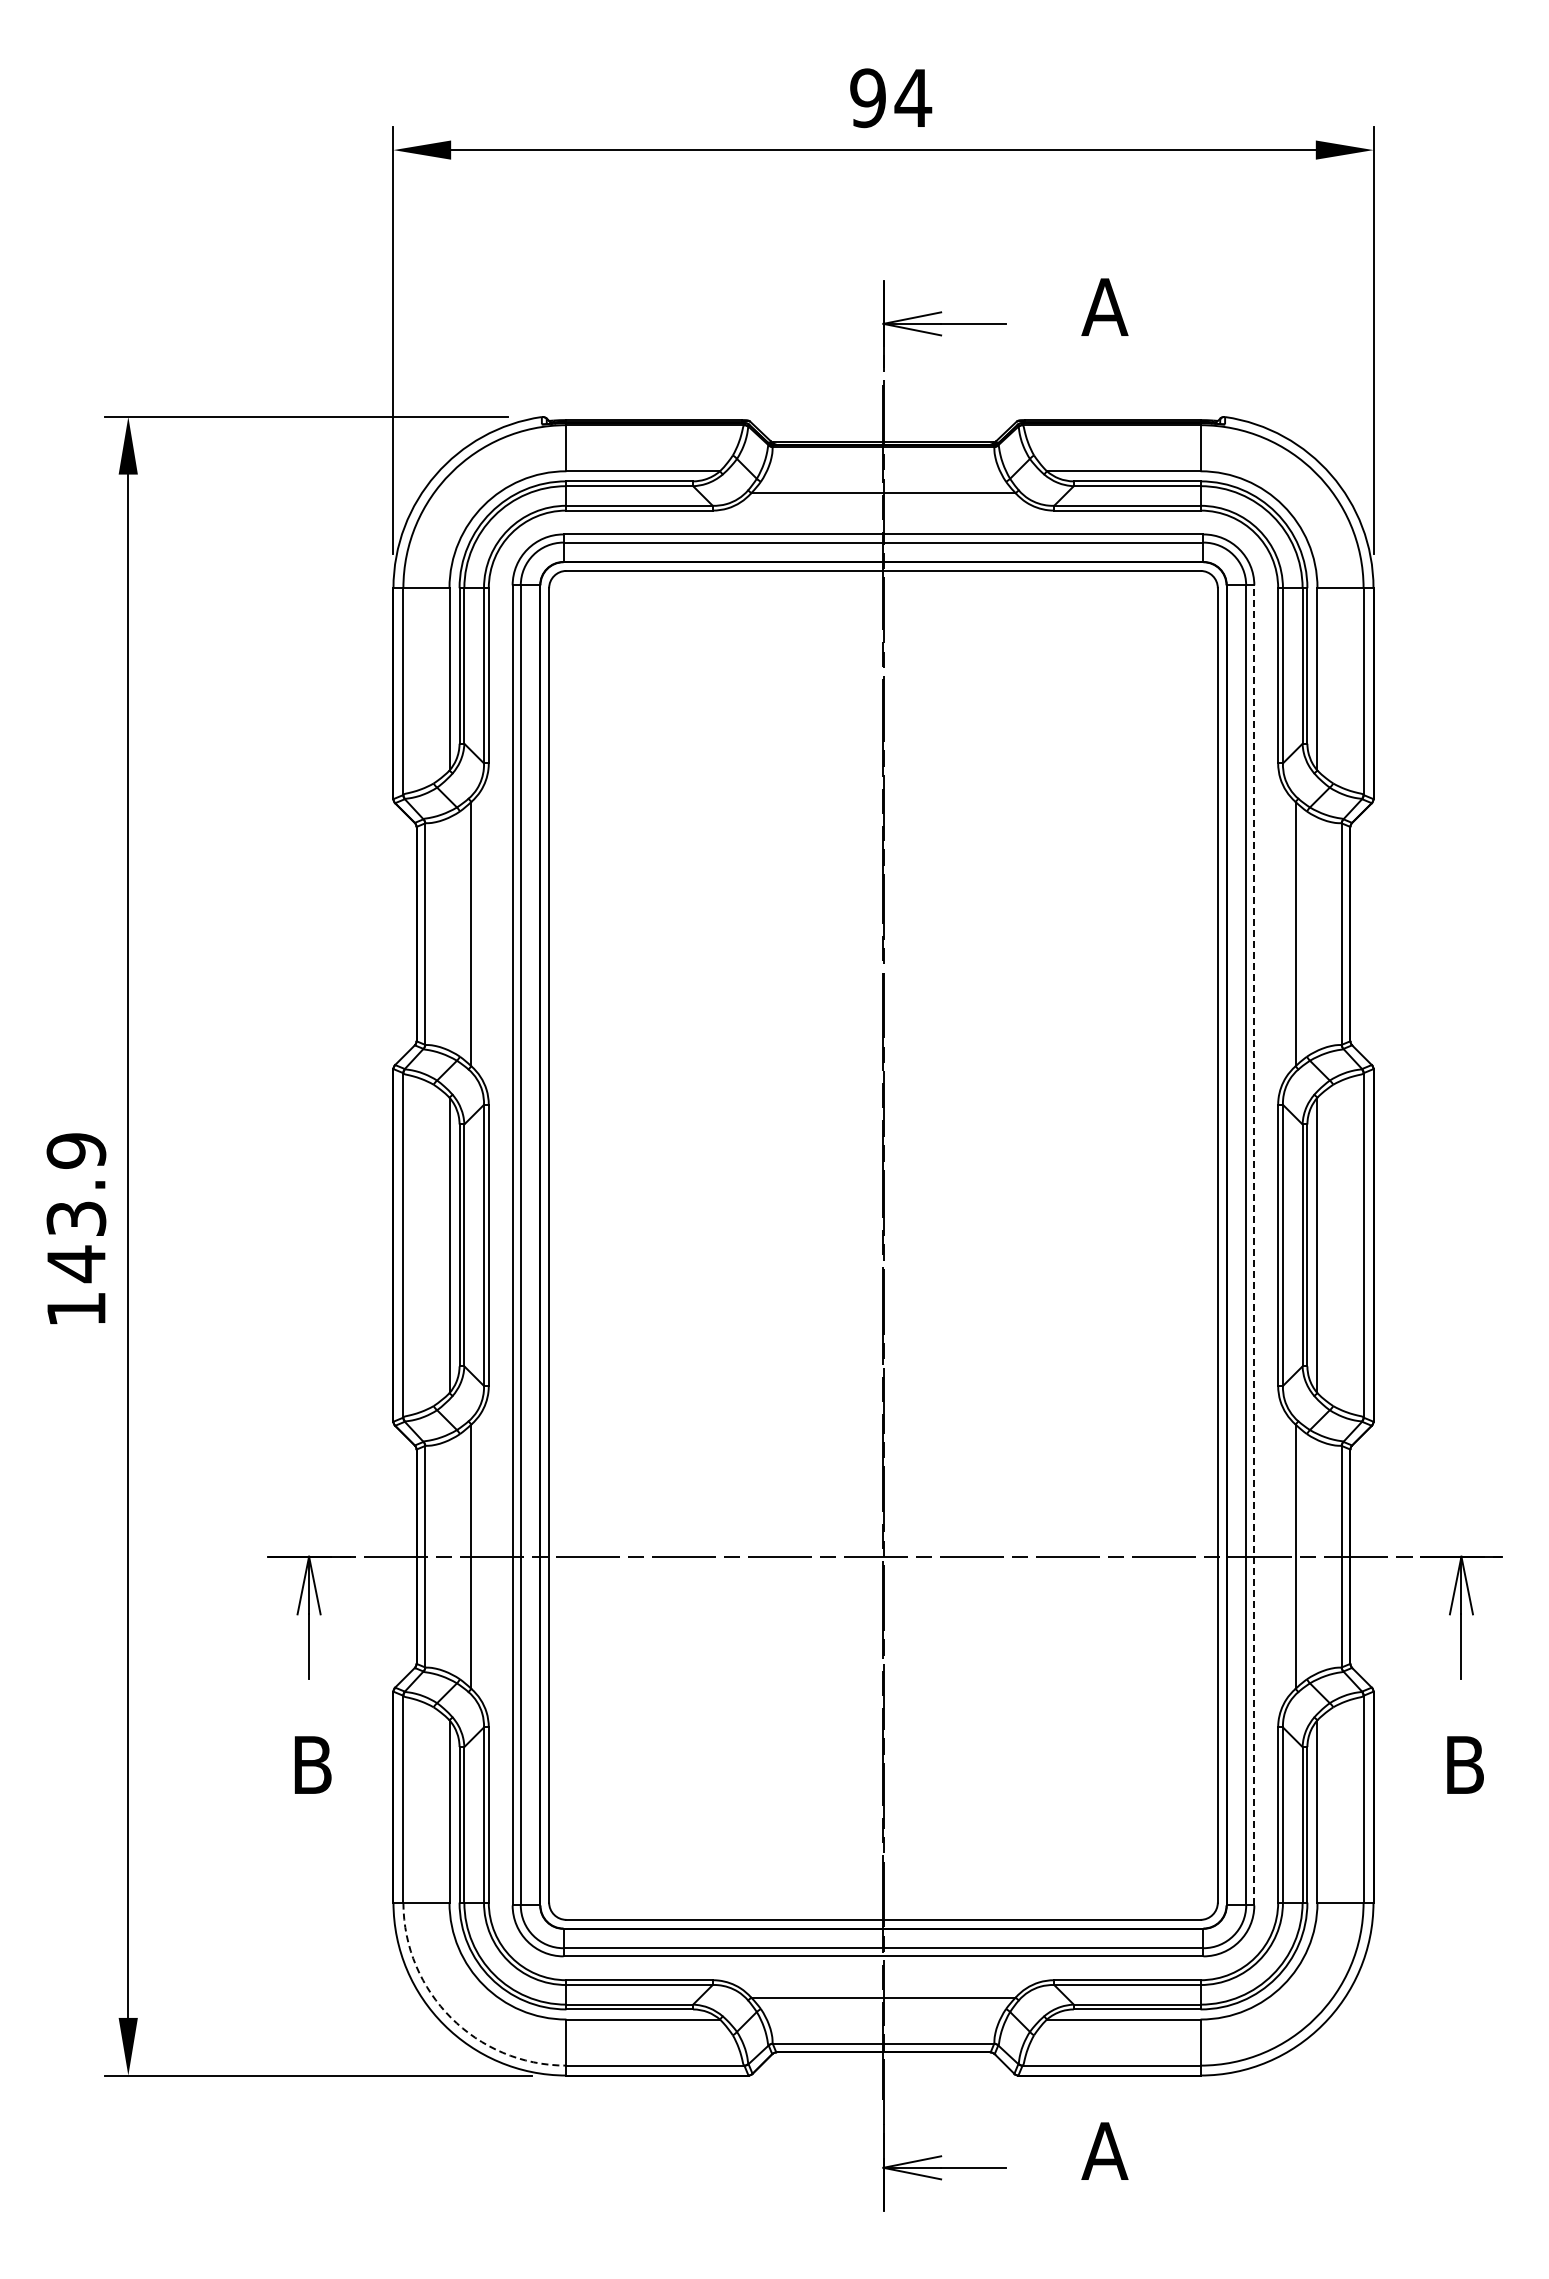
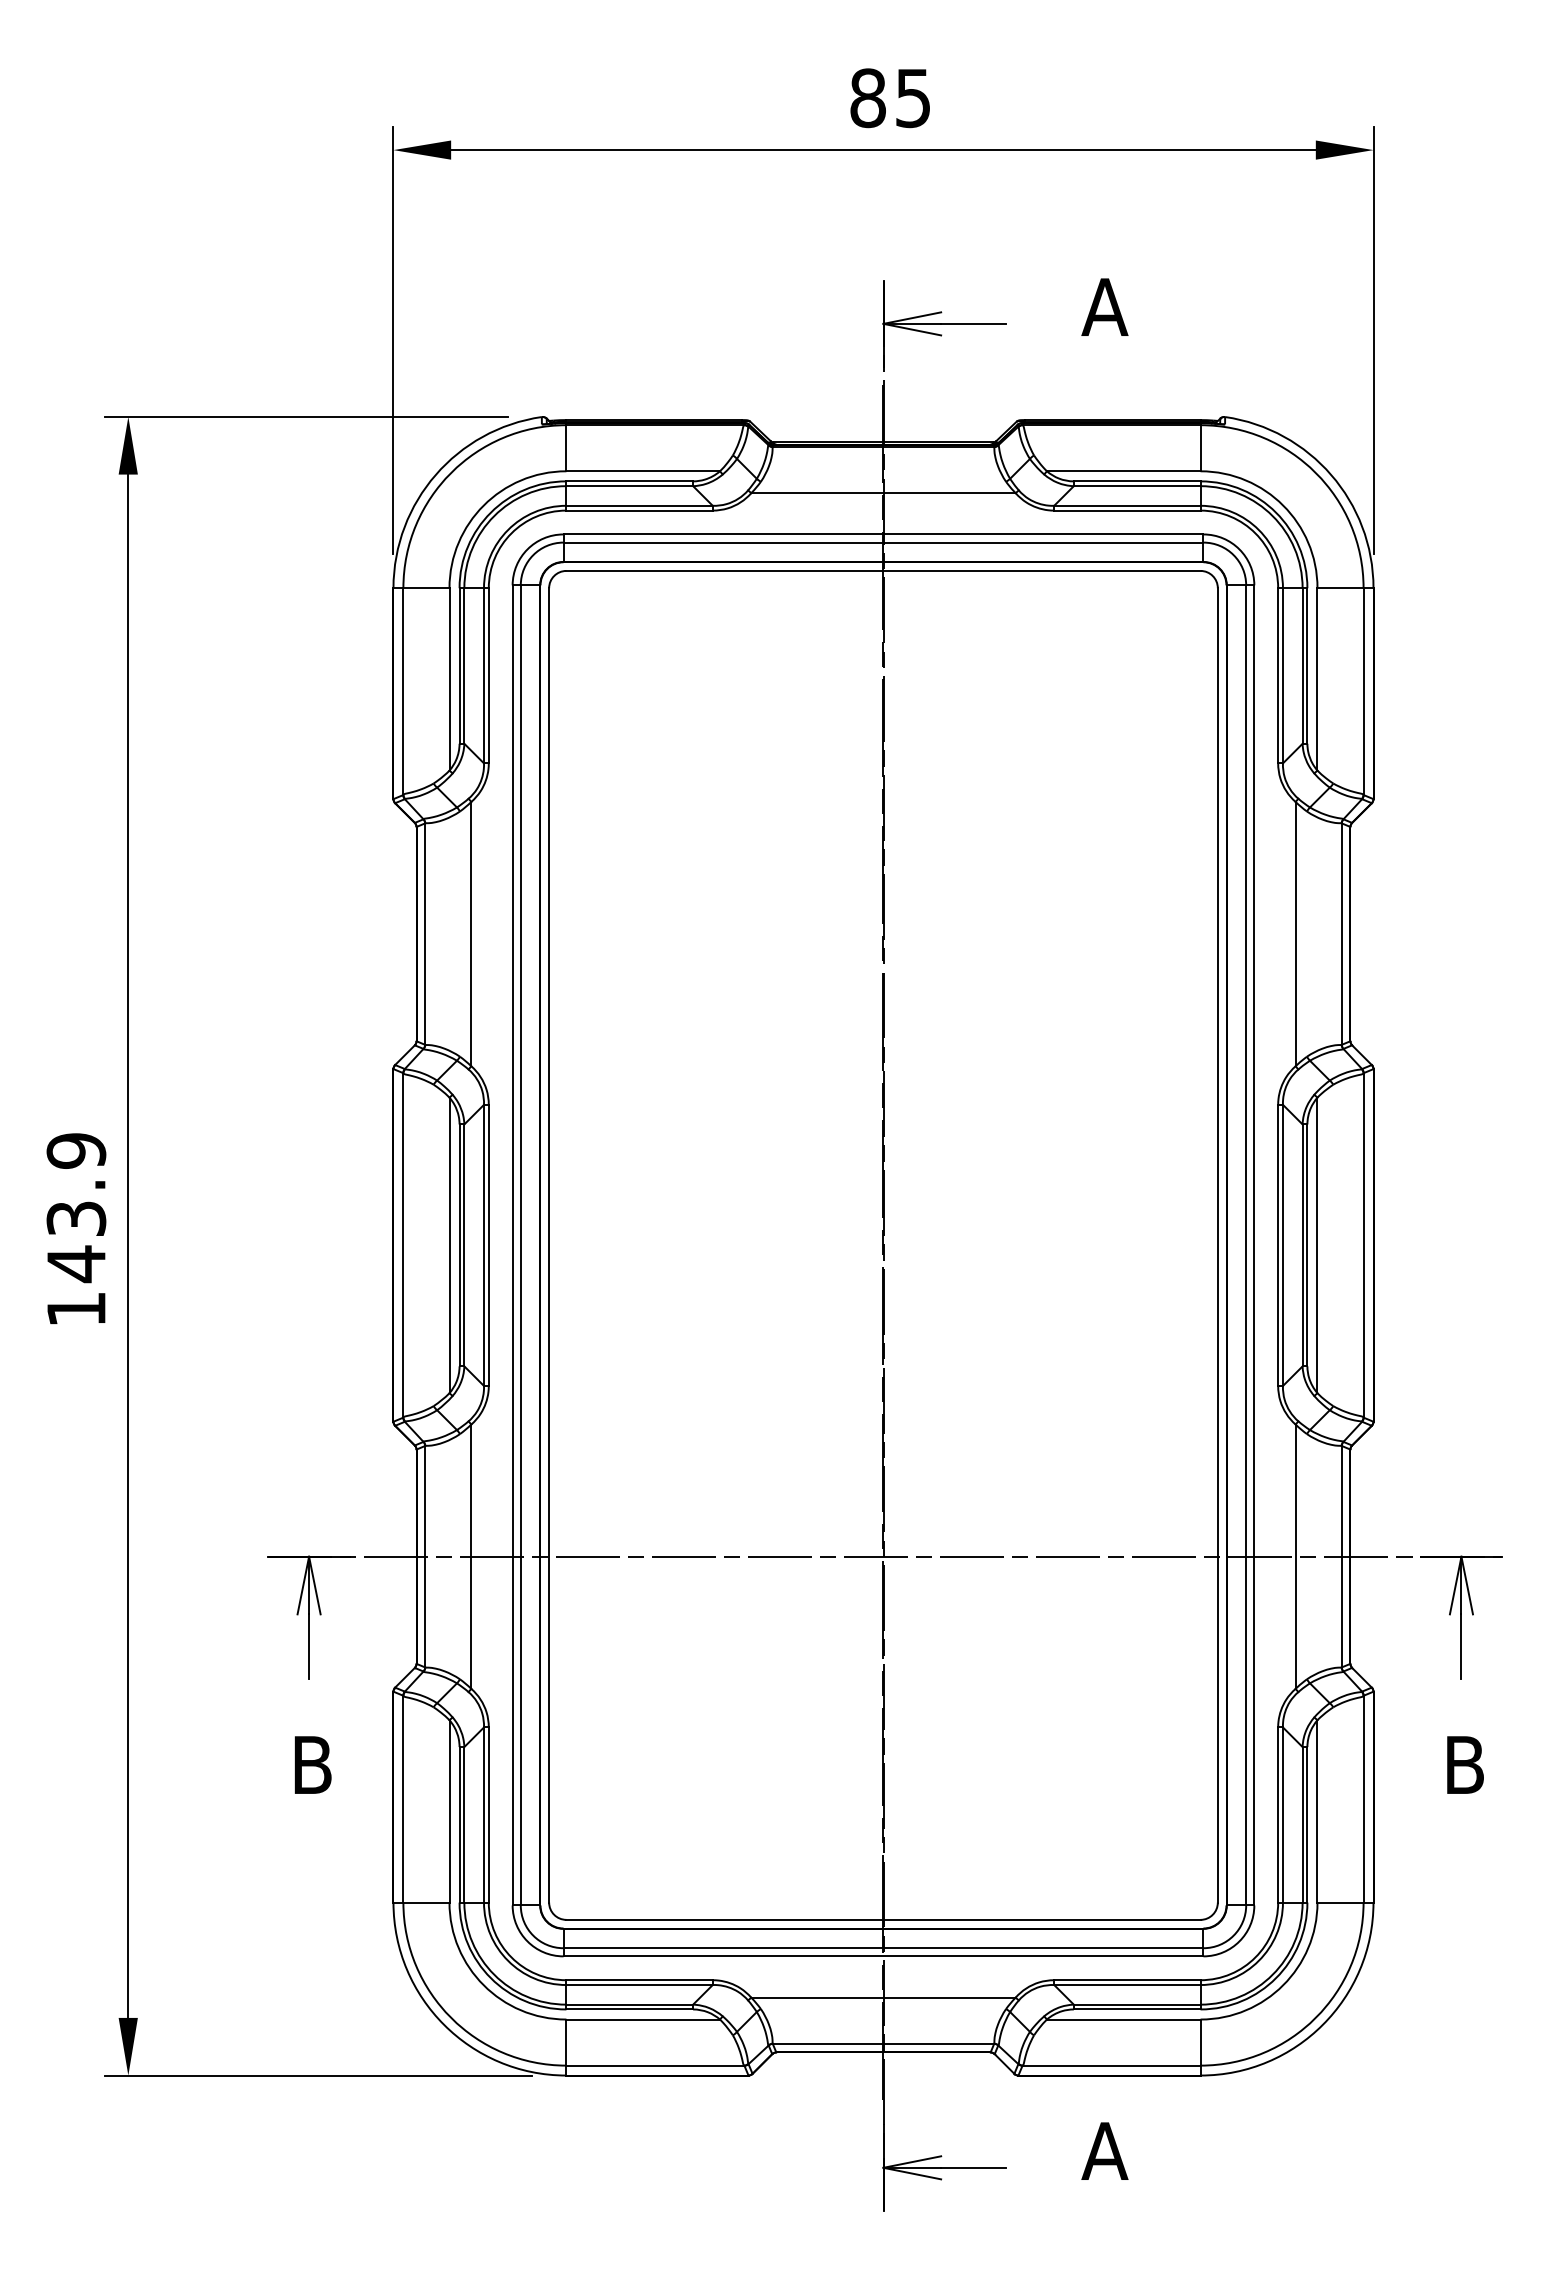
text at (891, 98): 94 -> 85
line at (1254, 1244): dashed -> solid
arc at (451, 2017): dashed -> solid
